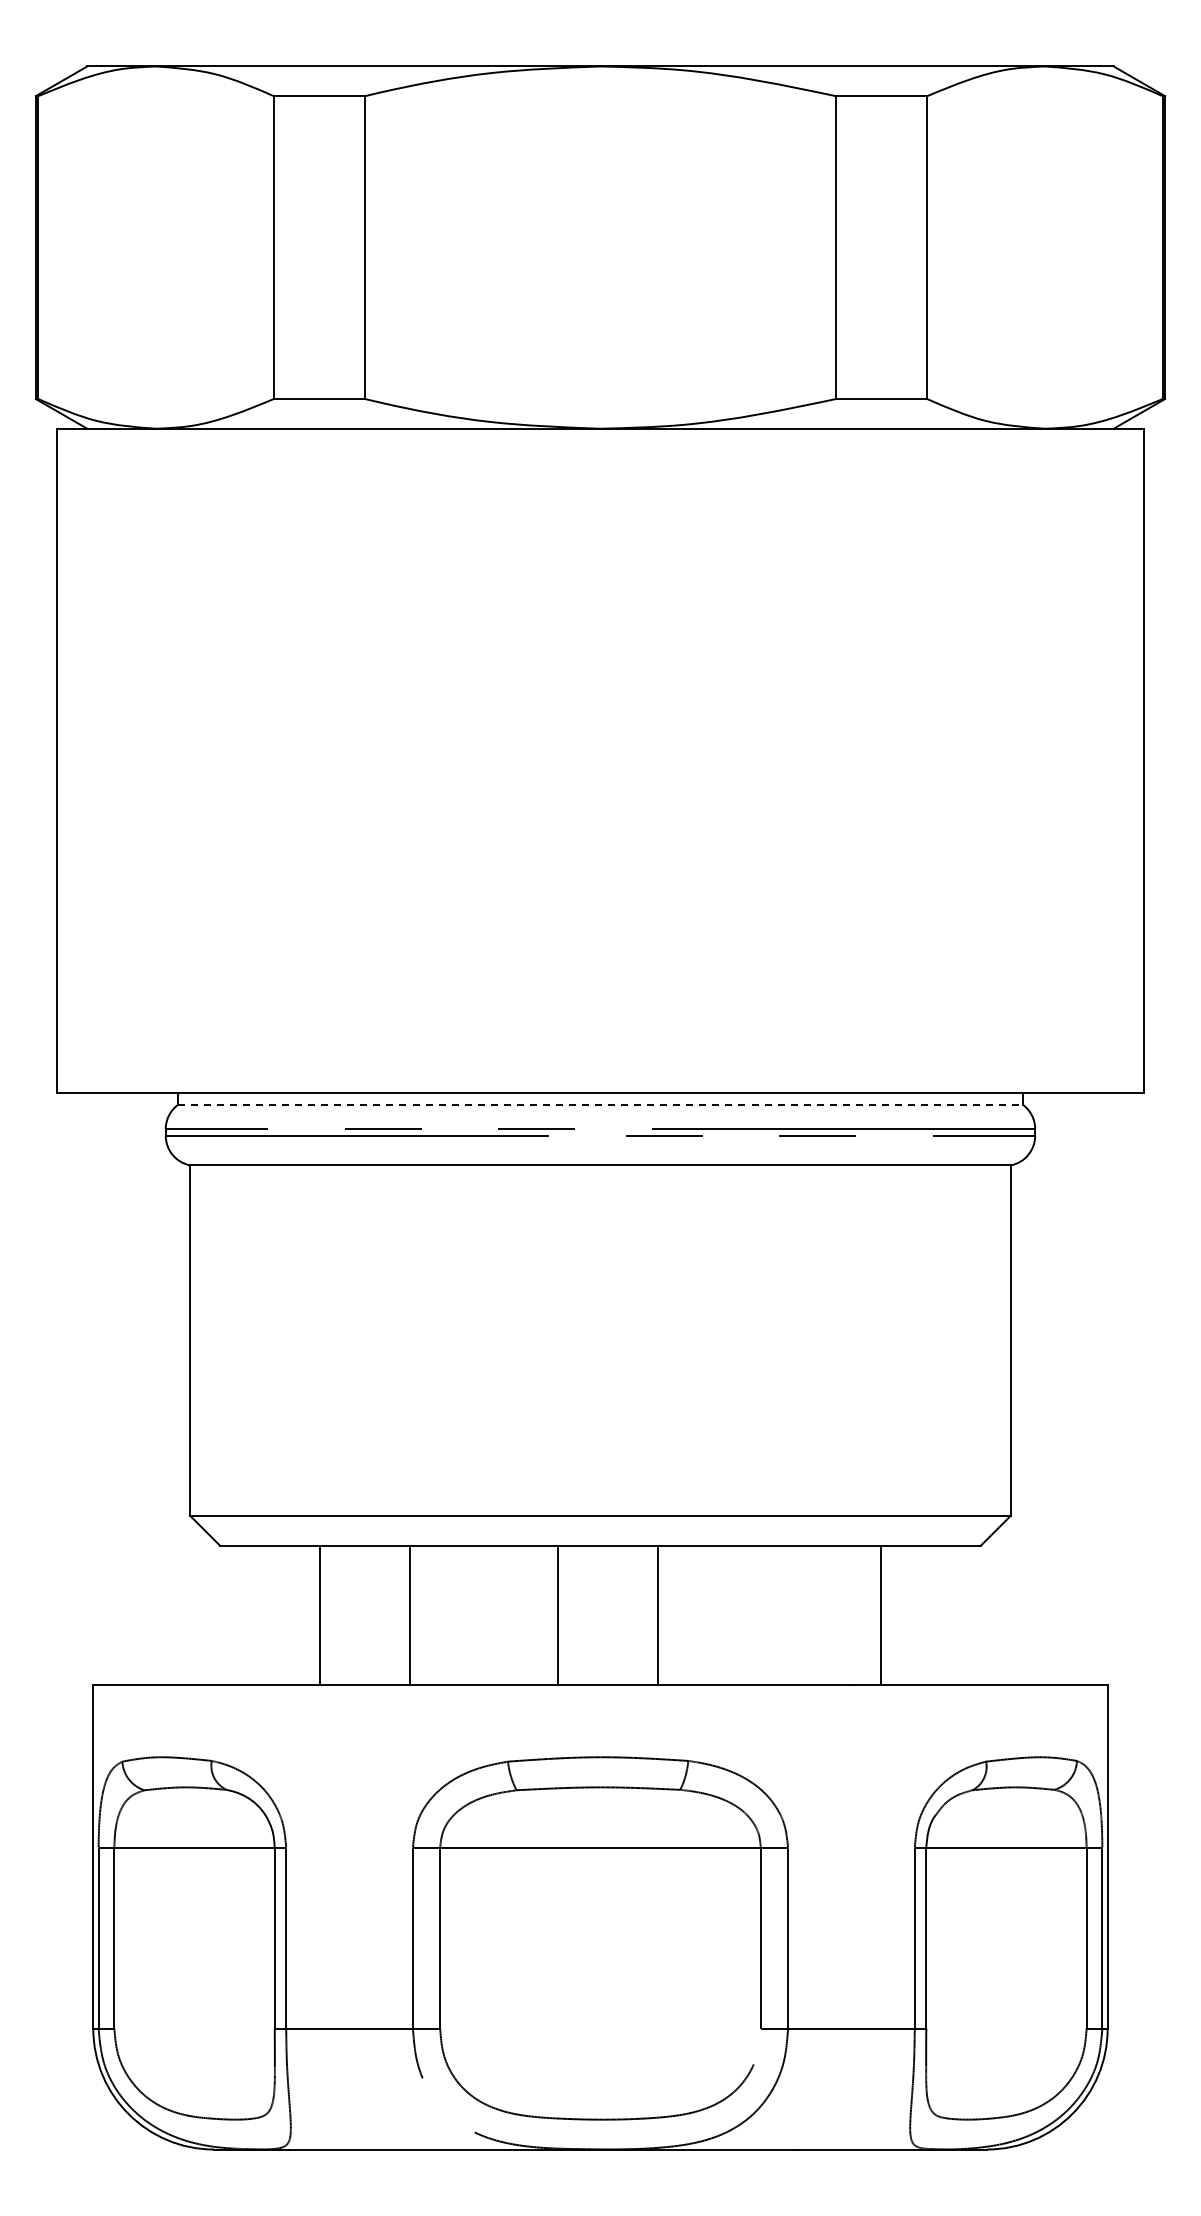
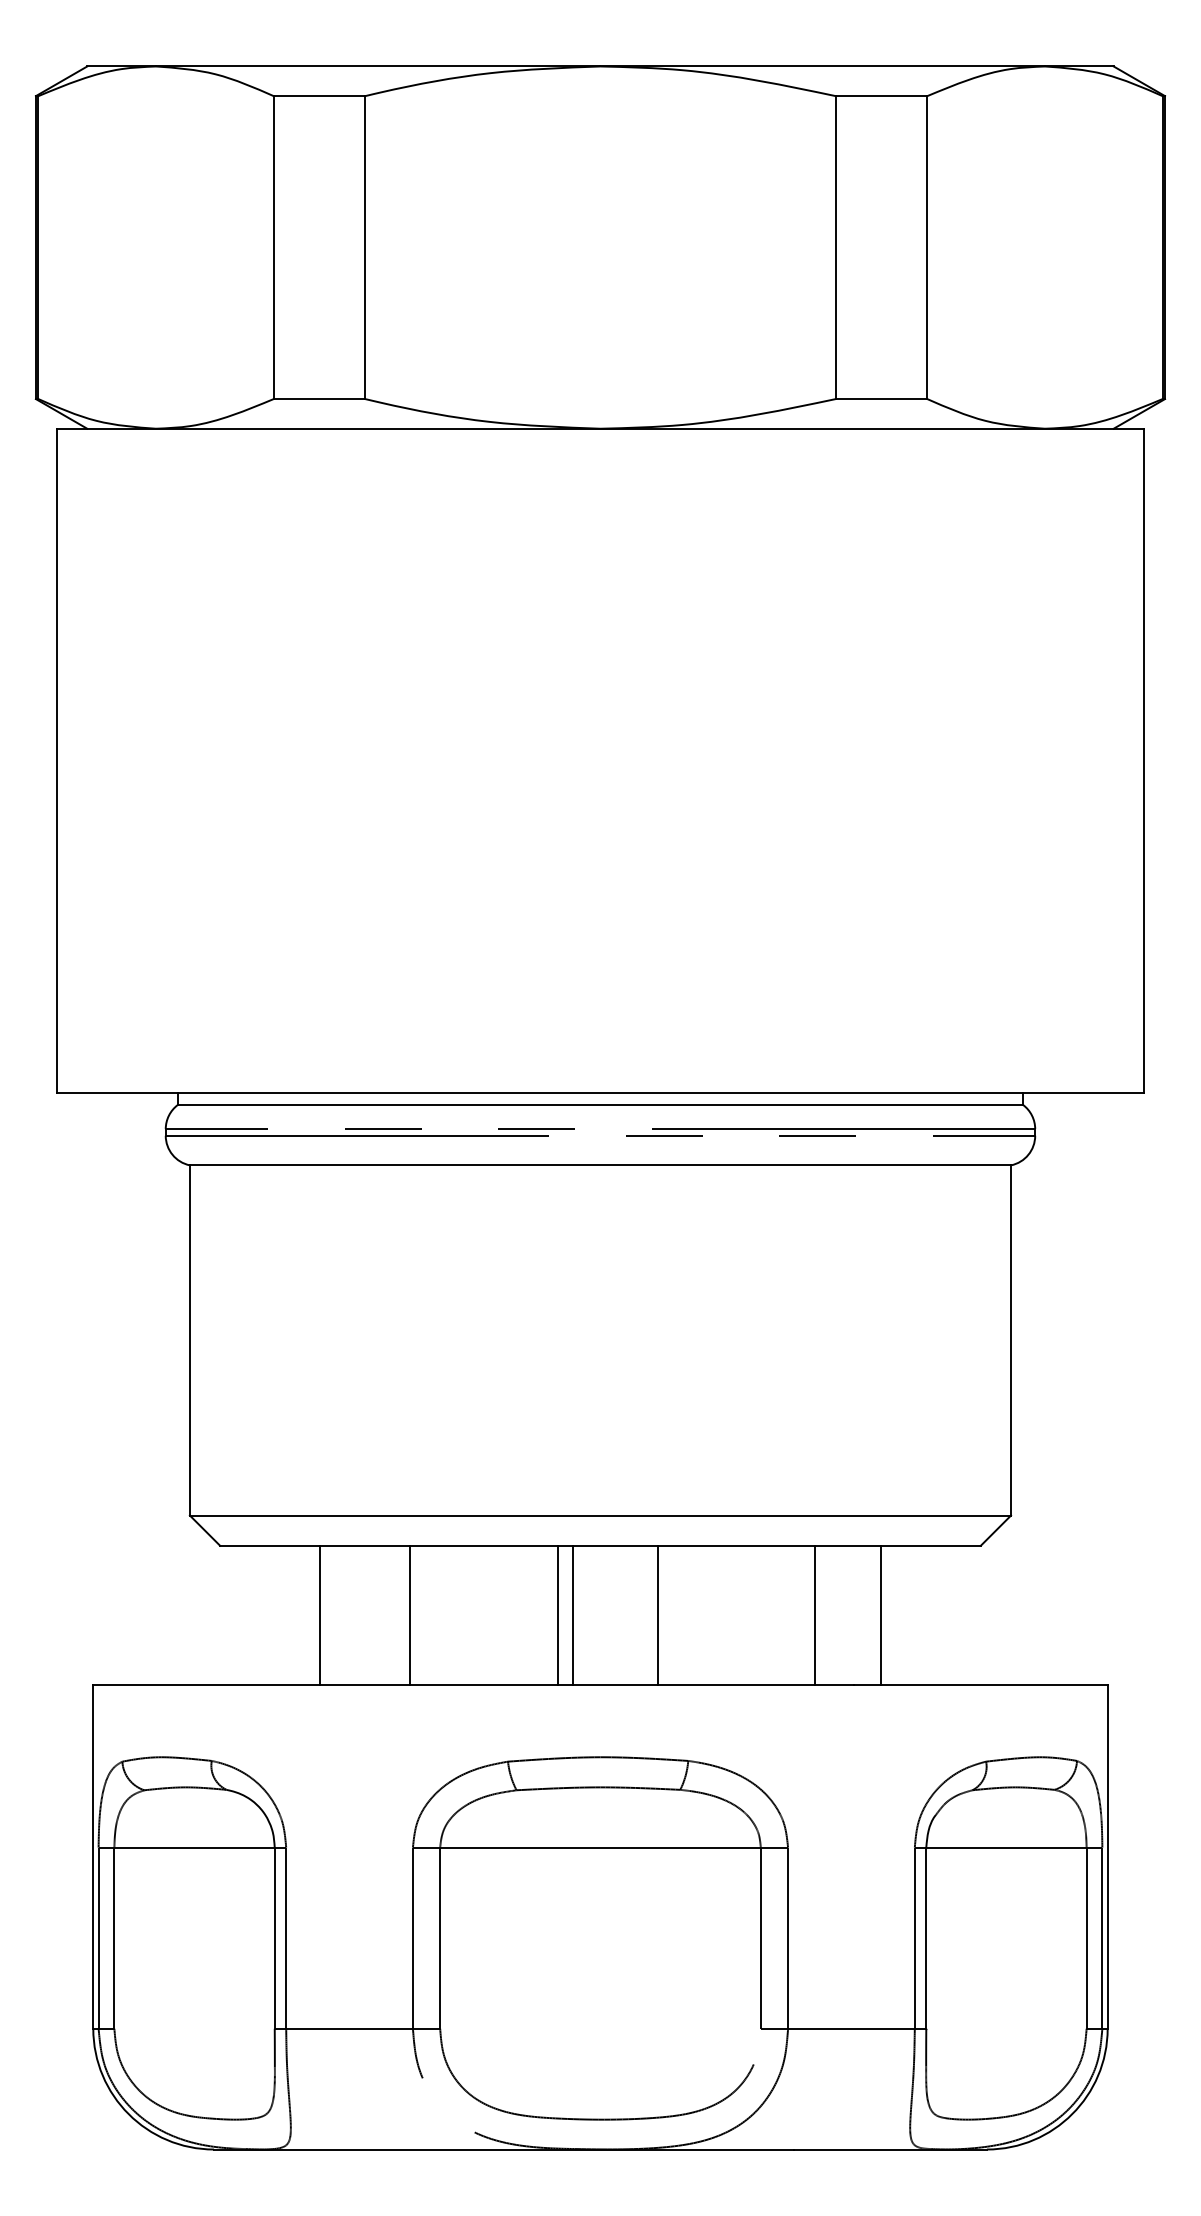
line at (600, 1104): dashed -> solid
line at (572, 1614): none -> present
line at (814, 1614): none -> present
